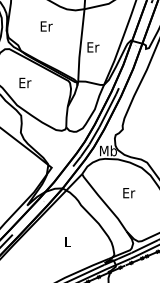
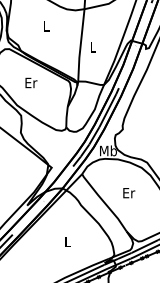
text at (46, 26): Er -> L
text at (93, 47): Er -> L
text at (25, 82) position: (25, 82) -> (31, 82)
